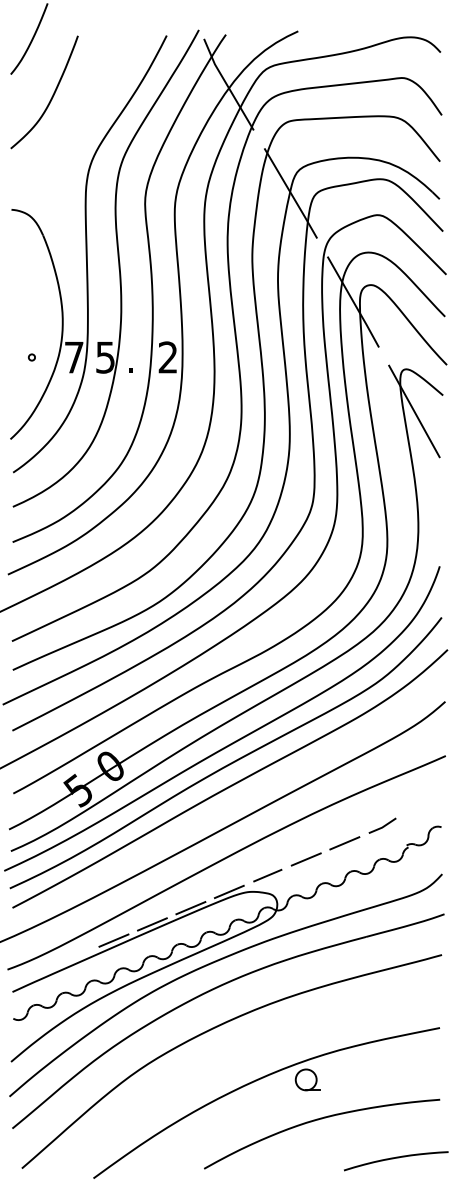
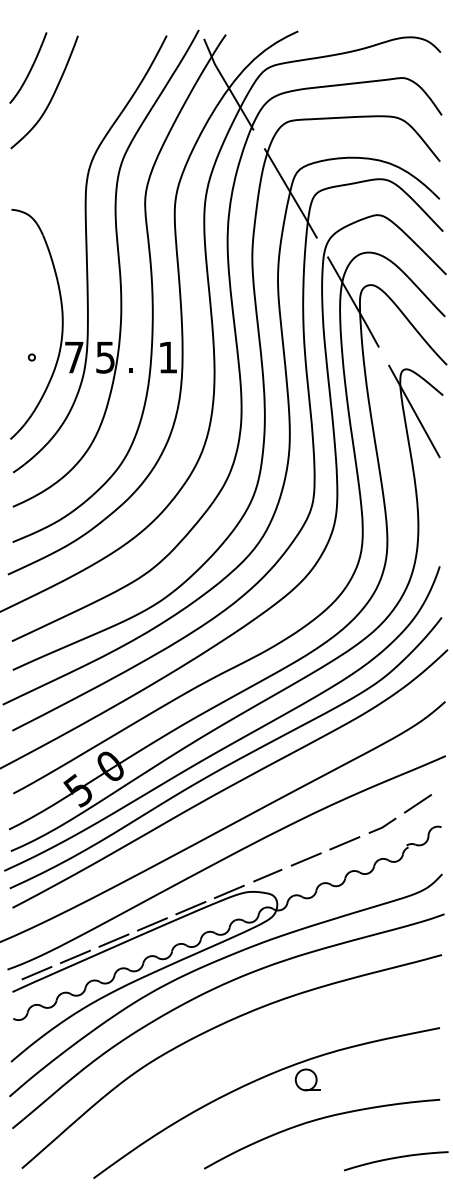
curve at (31, 38) position: (31, 38) -> (30, 67)
text at (167, 357): 2 -> 1
line at (417, 803): none -> present
line at (75, 956): none -> present
line at (36, 973): none -> present
